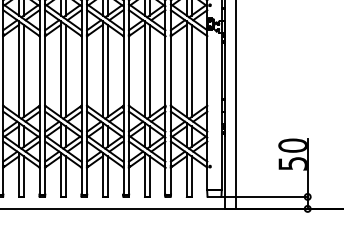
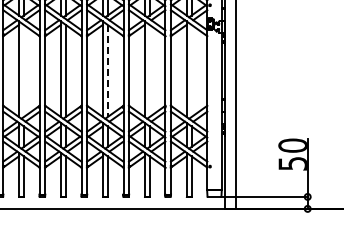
line at (23, 70): present -> none
line at (149, 70): present -> none
line at (191, 70): present -> none
line at (107, 71): solid -> dashed
